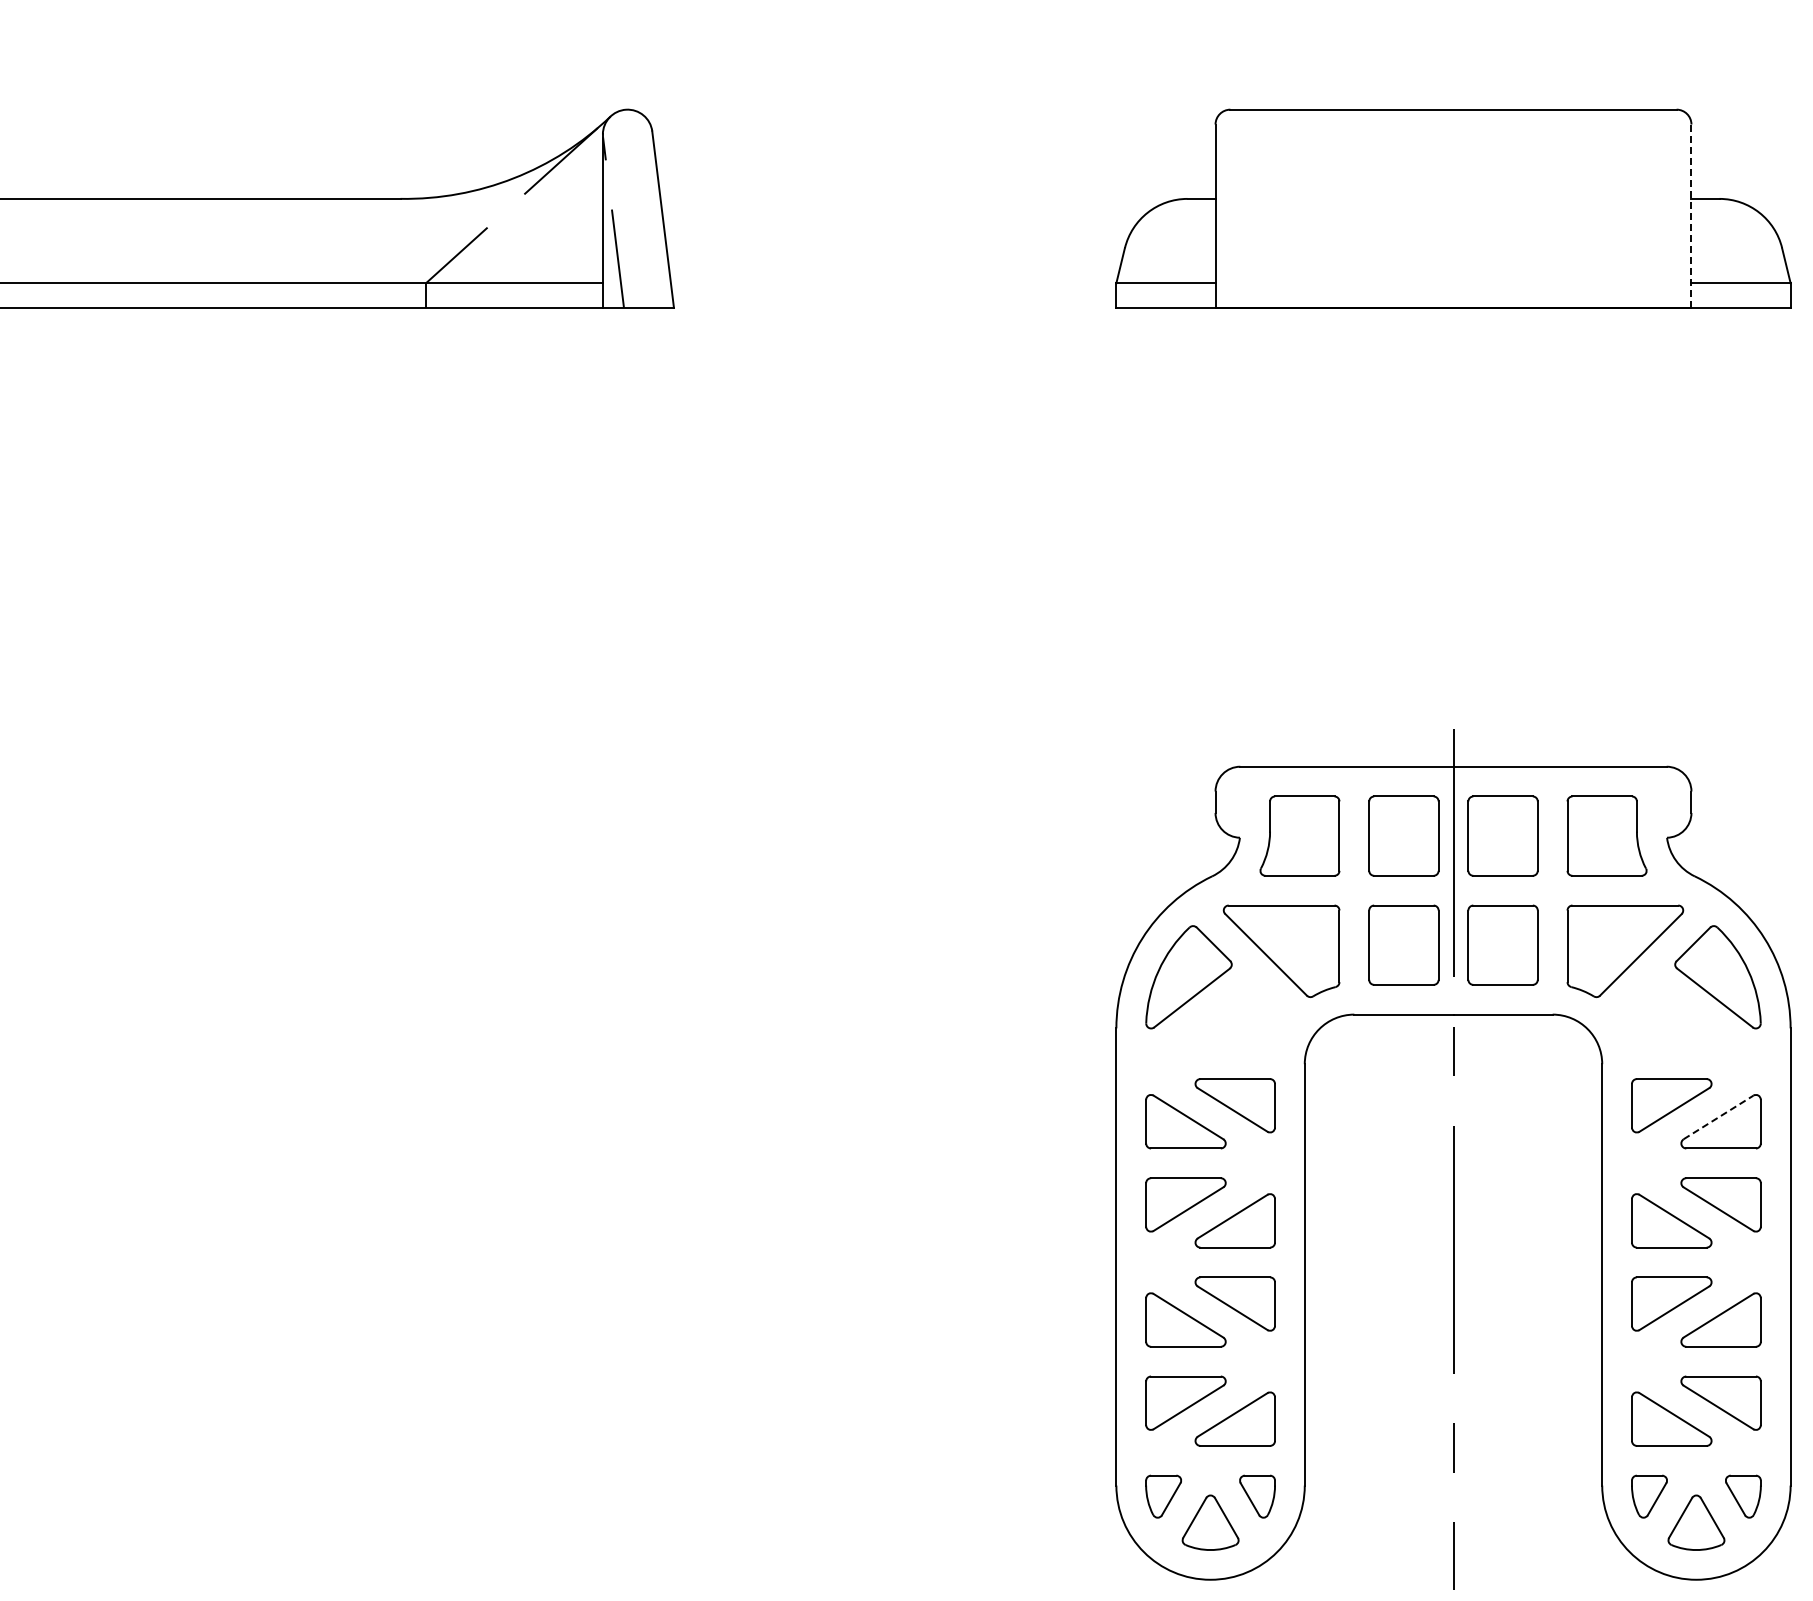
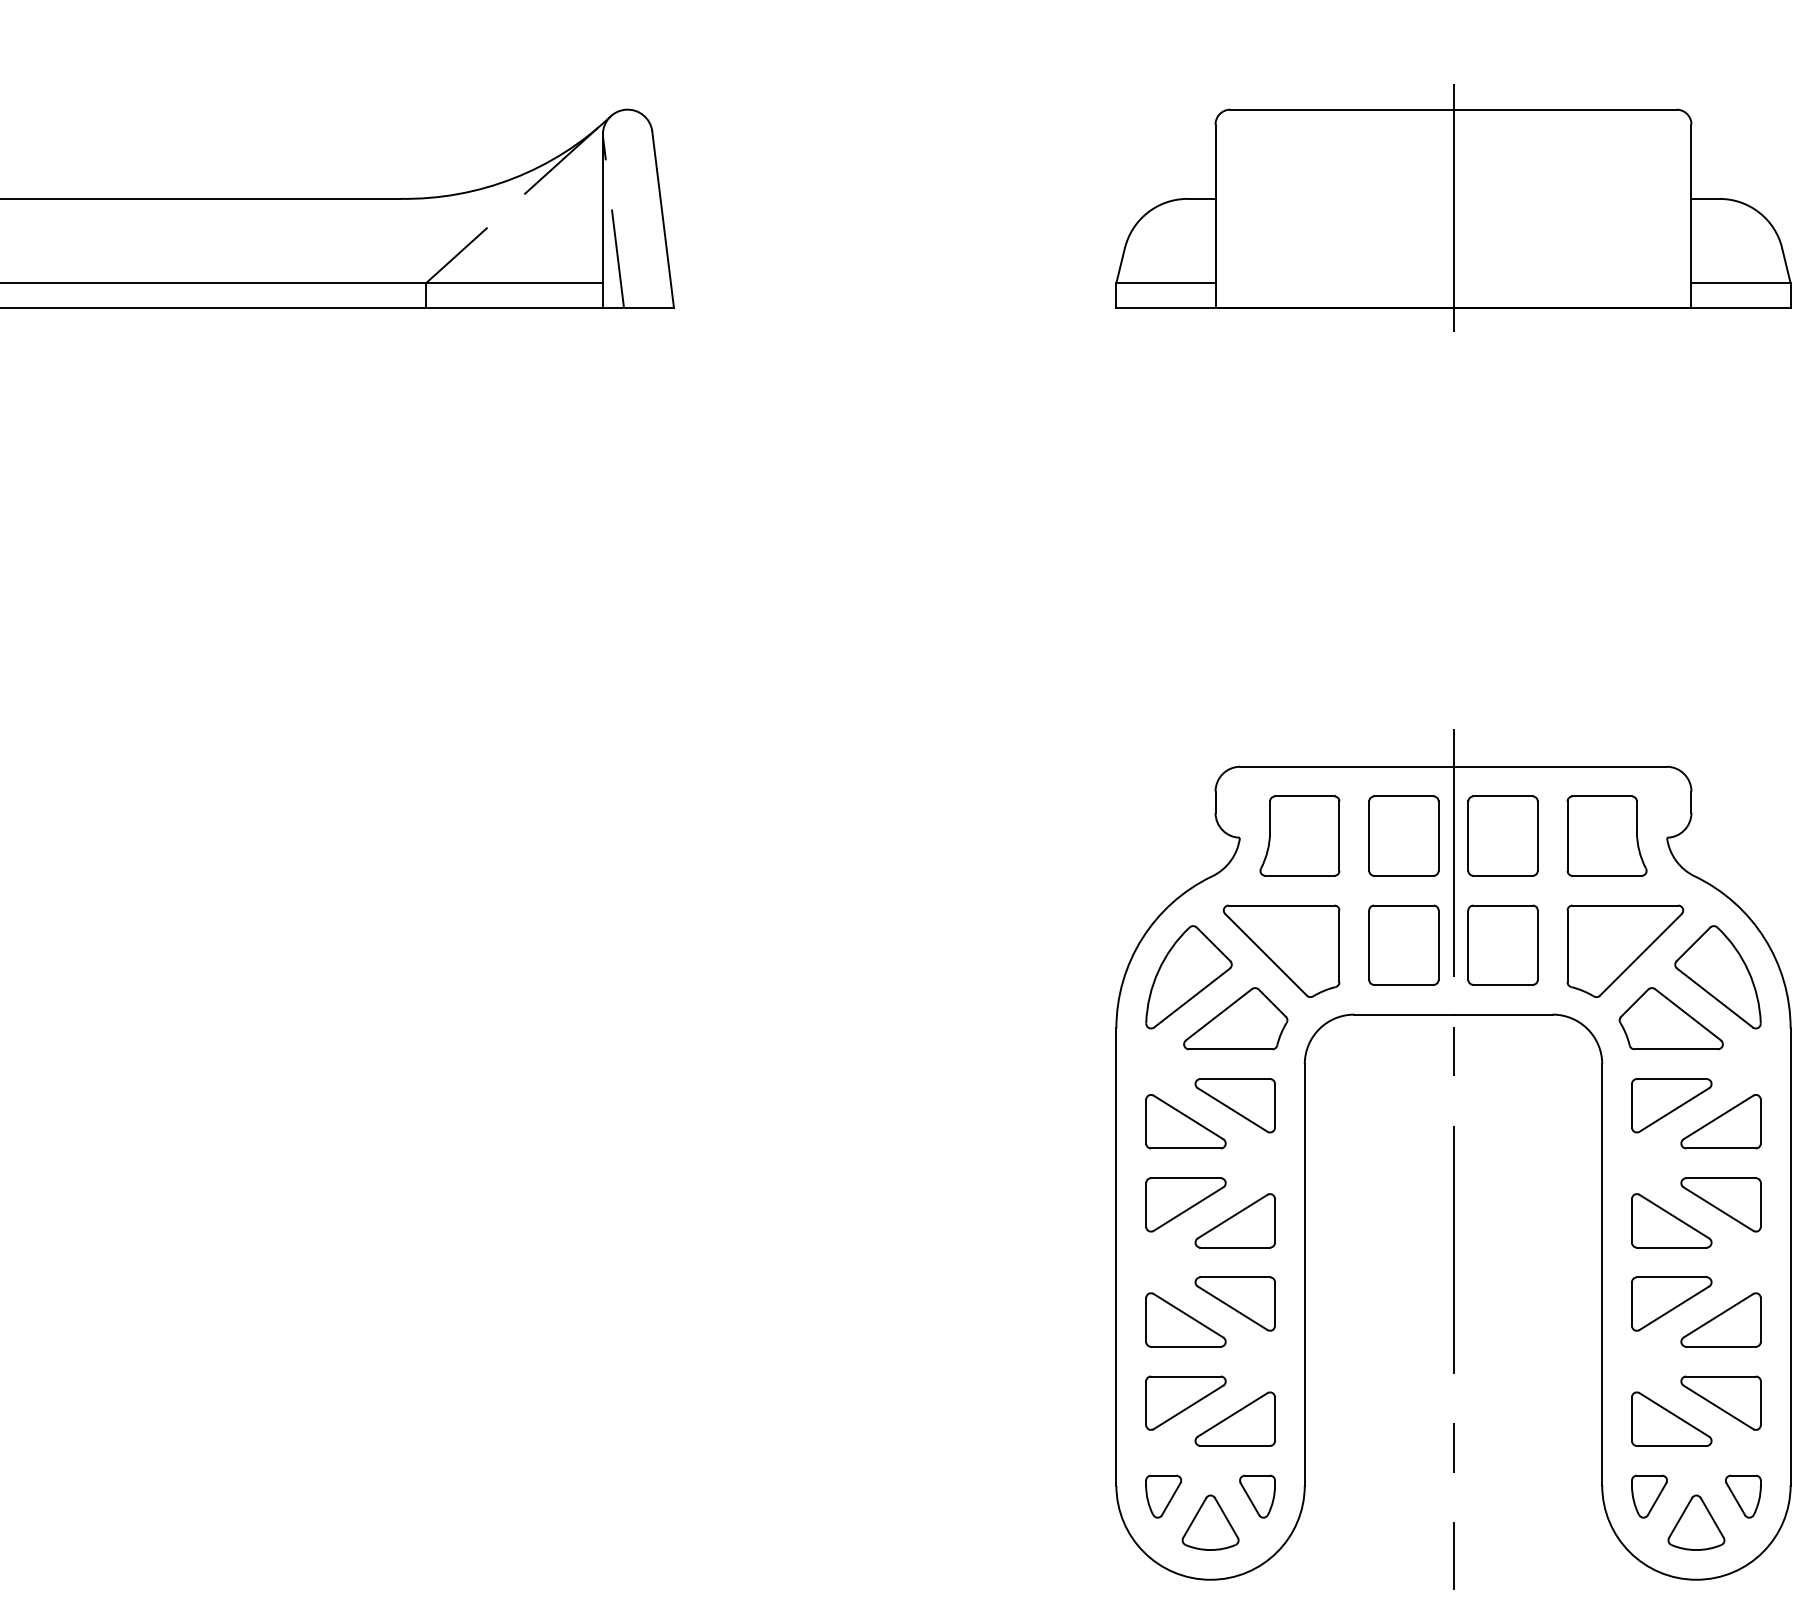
line at (1453, 212): none -> present
line at (1691, 216): dashed -> solid
part at (1235, 1018): none -> present
part at (1670, 1018): none -> present
line at (1718, 1117): dashed -> solid
